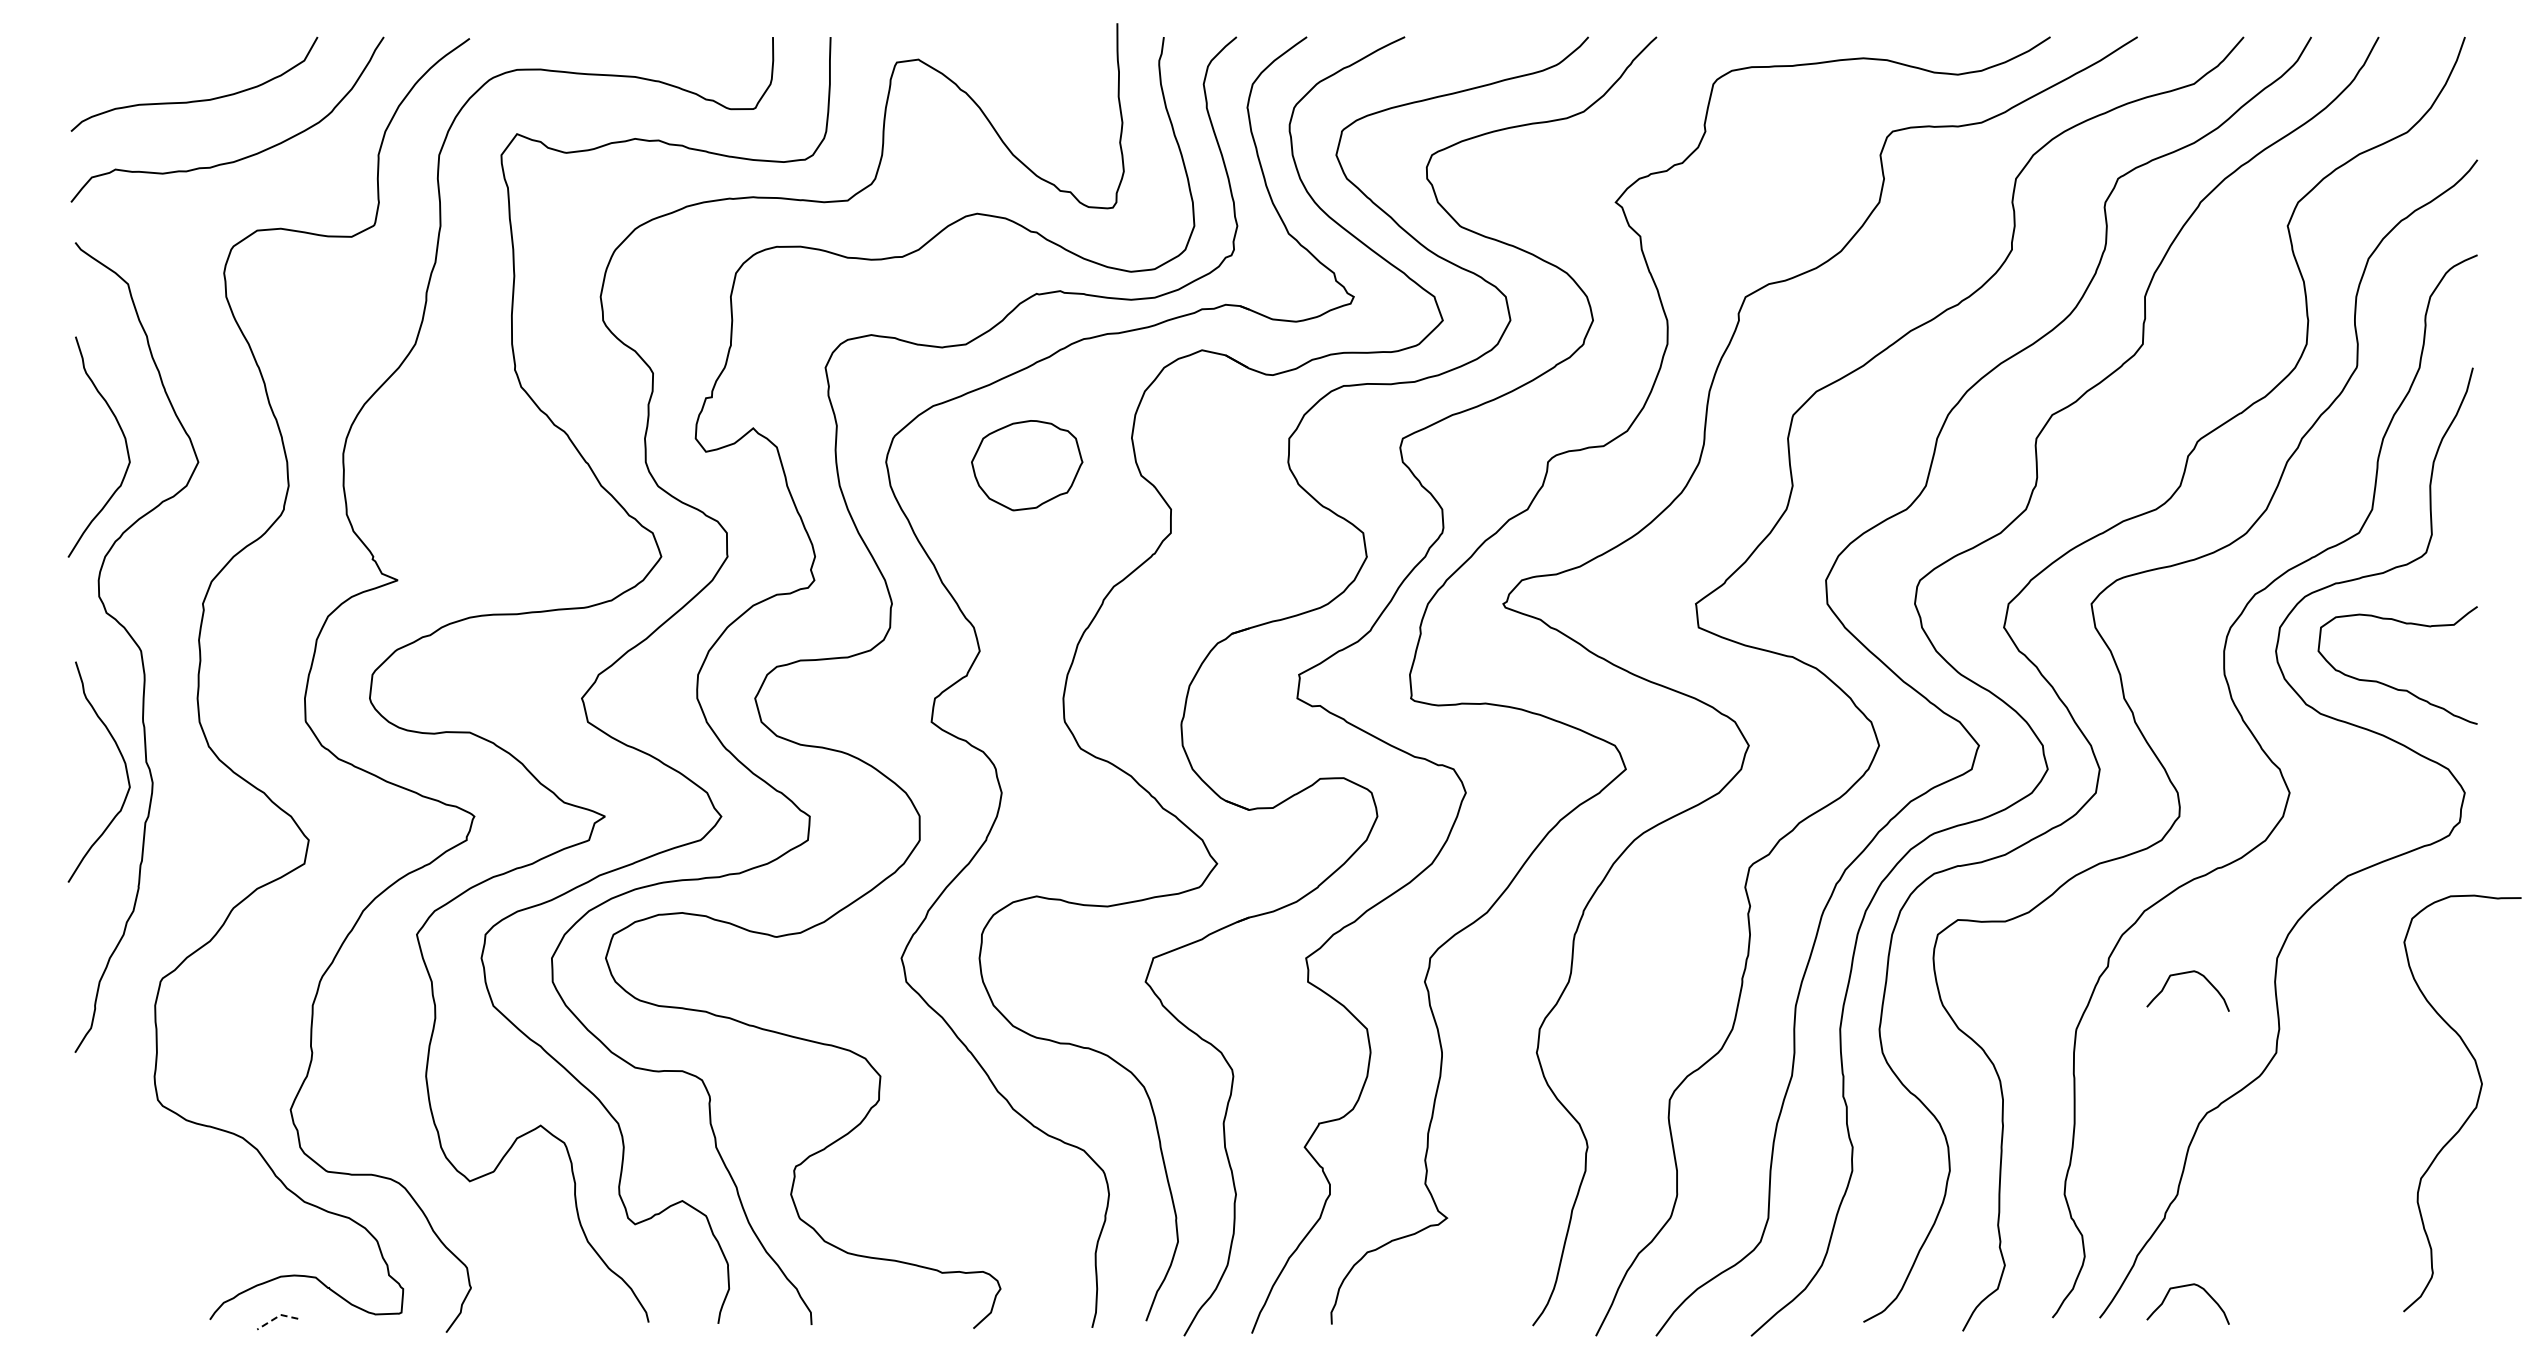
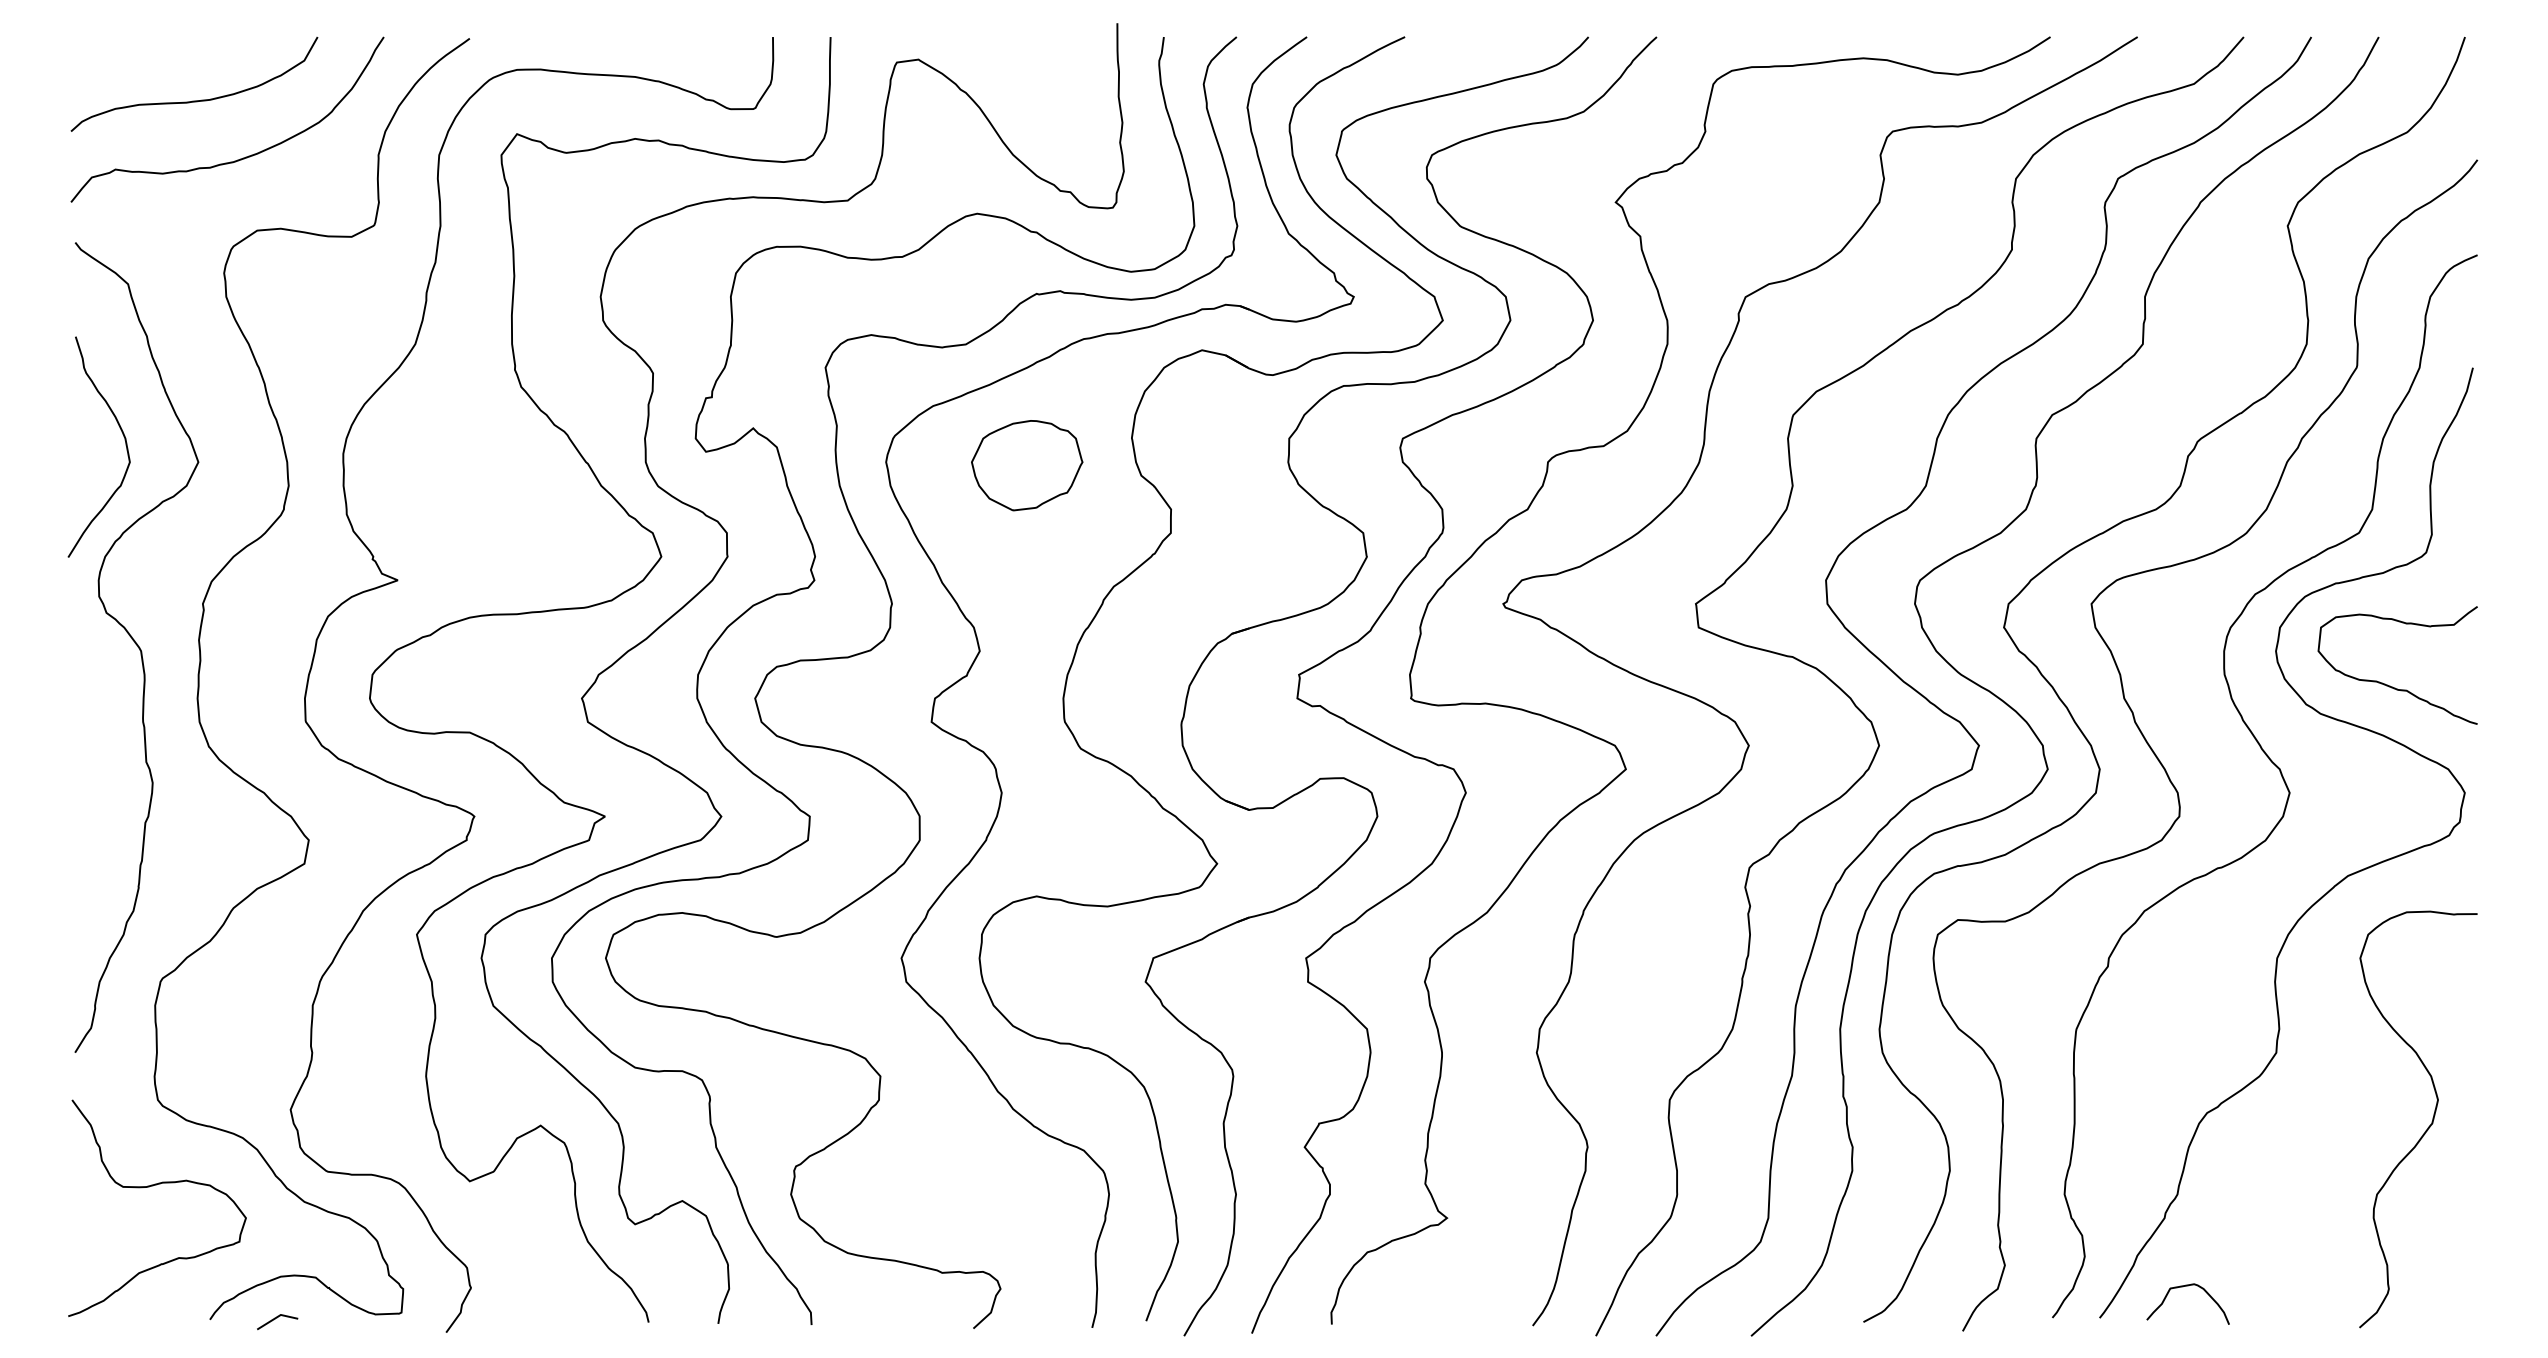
curve at (124, 765): present -> none
curve at (2183, 974): present -> none
curve at (2471, 1111) position: (2471, 1111) -> (2427, 1127)
curve at (153, 1186): none -> present
line at (276, 1317): dashed -> solid
